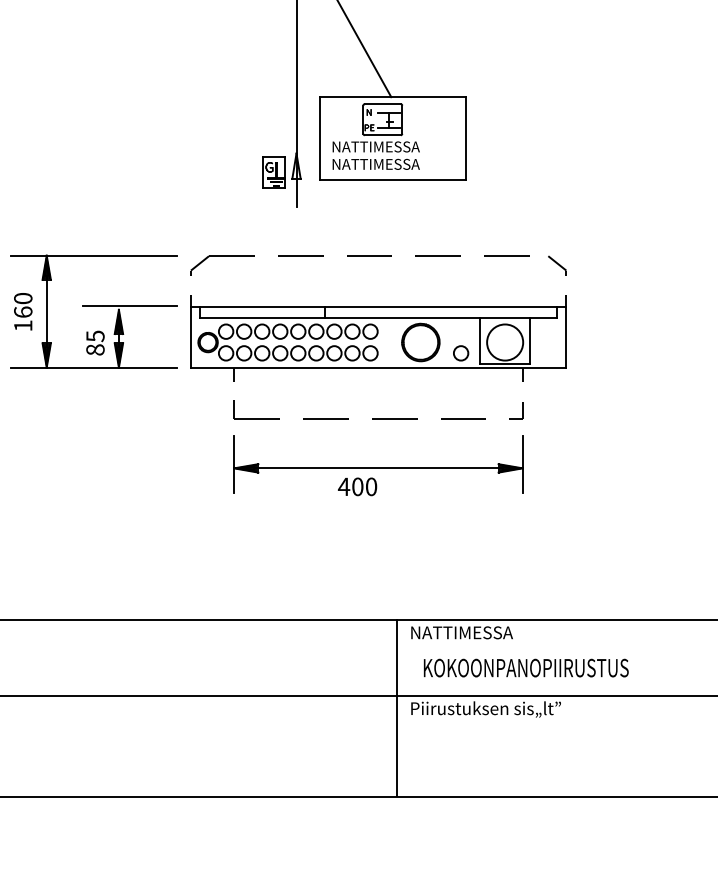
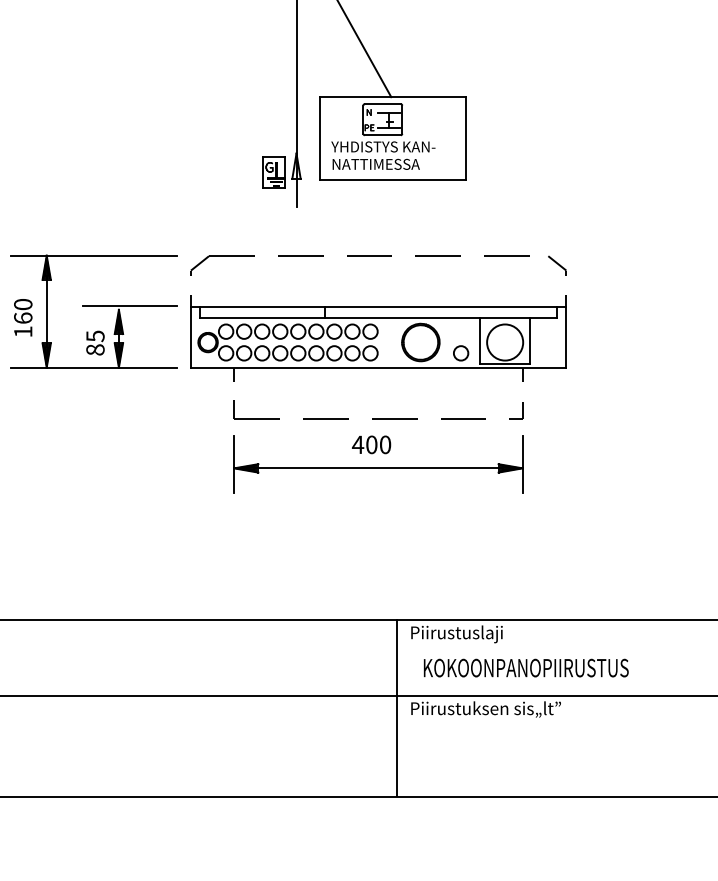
text at (383, 146): NATTIMESSA -> YHDISTYS KAN-
text at (23, 311) position: (23, 311) -> (23, 317)
text at (357, 486) position: (357, 486) -> (371, 444)
text at (462, 634): NATTIMESSA -> Piirustuslaji
